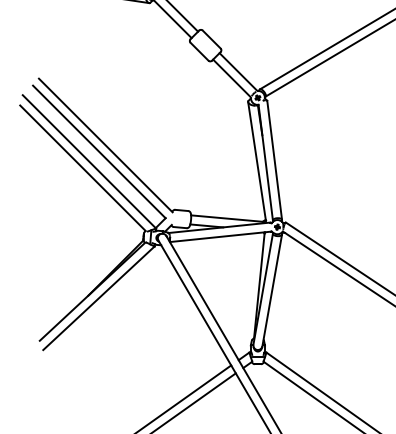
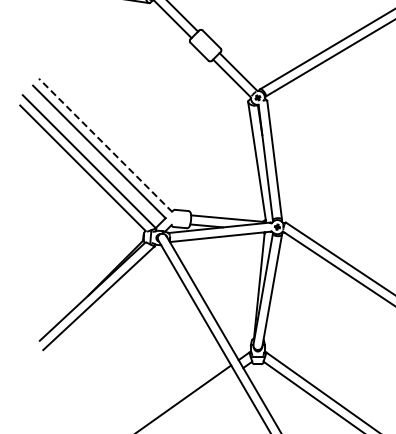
line at (105, 145): solid -> dashed
line at (195, 401): present -> none
